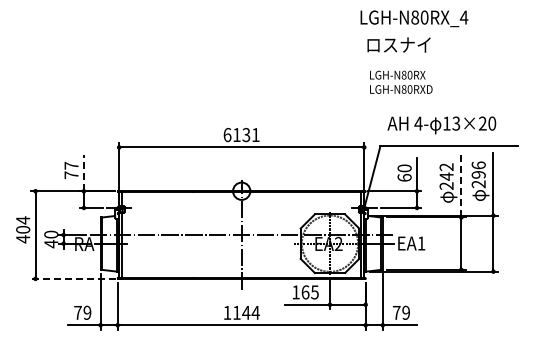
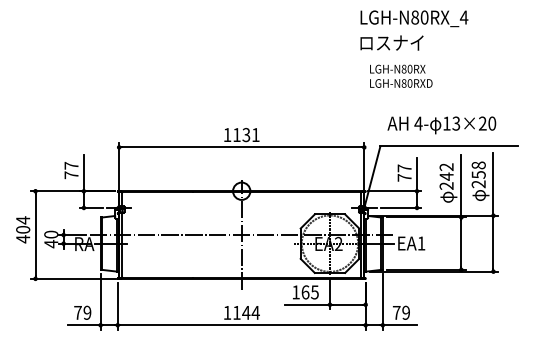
text at (398, 44) position: (398, 44) -> (391, 42)
text at (401, 81) position: (401, 81) -> (401, 75)
text at (227, 134): 6131 -> 1131
text at (478, 169): 296 -> 258
line at (83, 172): dashed -> solid
text at (404, 172): 60 -> 77
line at (461, 185): dashed -> solid
line at (72, 278): dashed -> solid
